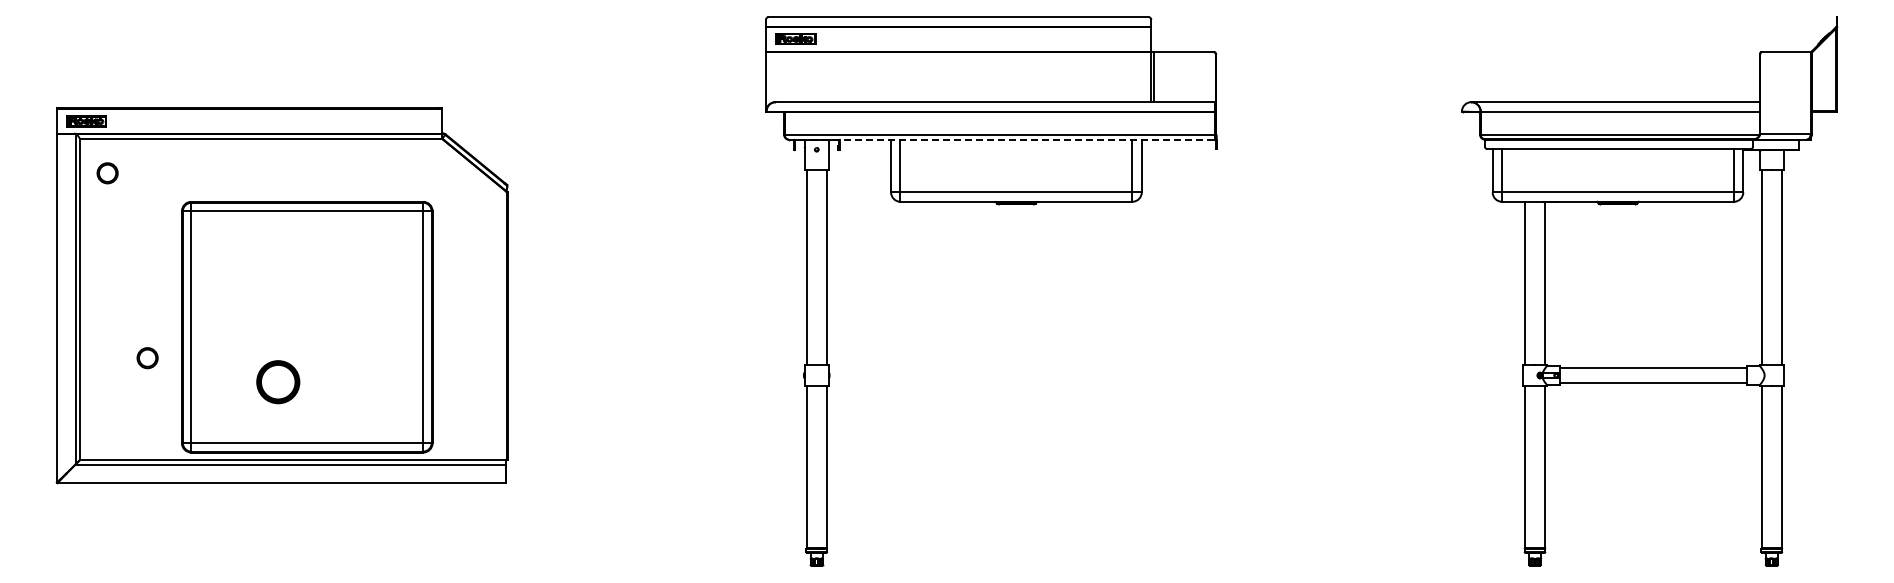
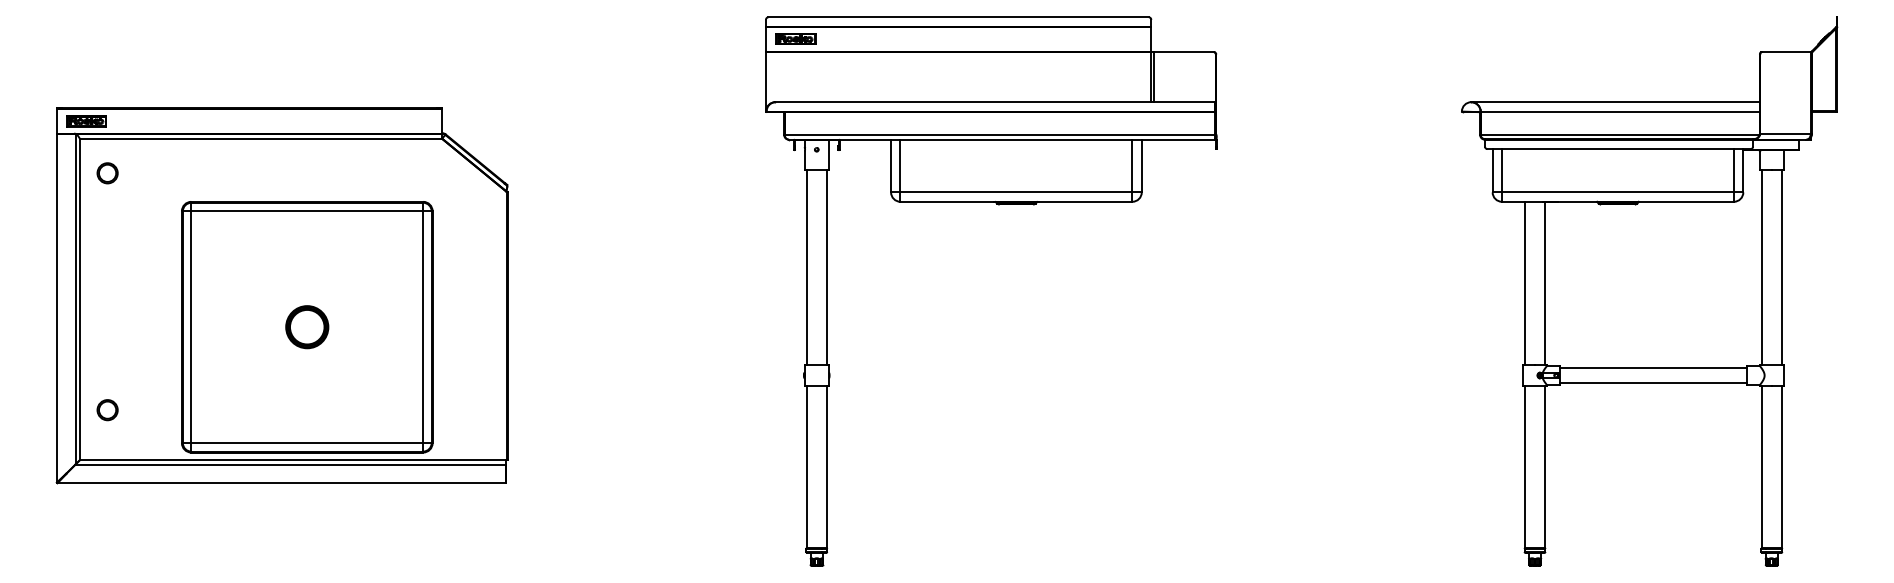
line at (1001, 139): dashed -> solid
part at (147, 358) position: (147, 358) -> (107, 410)
part at (278, 382) position: (278, 382) -> (307, 327)
